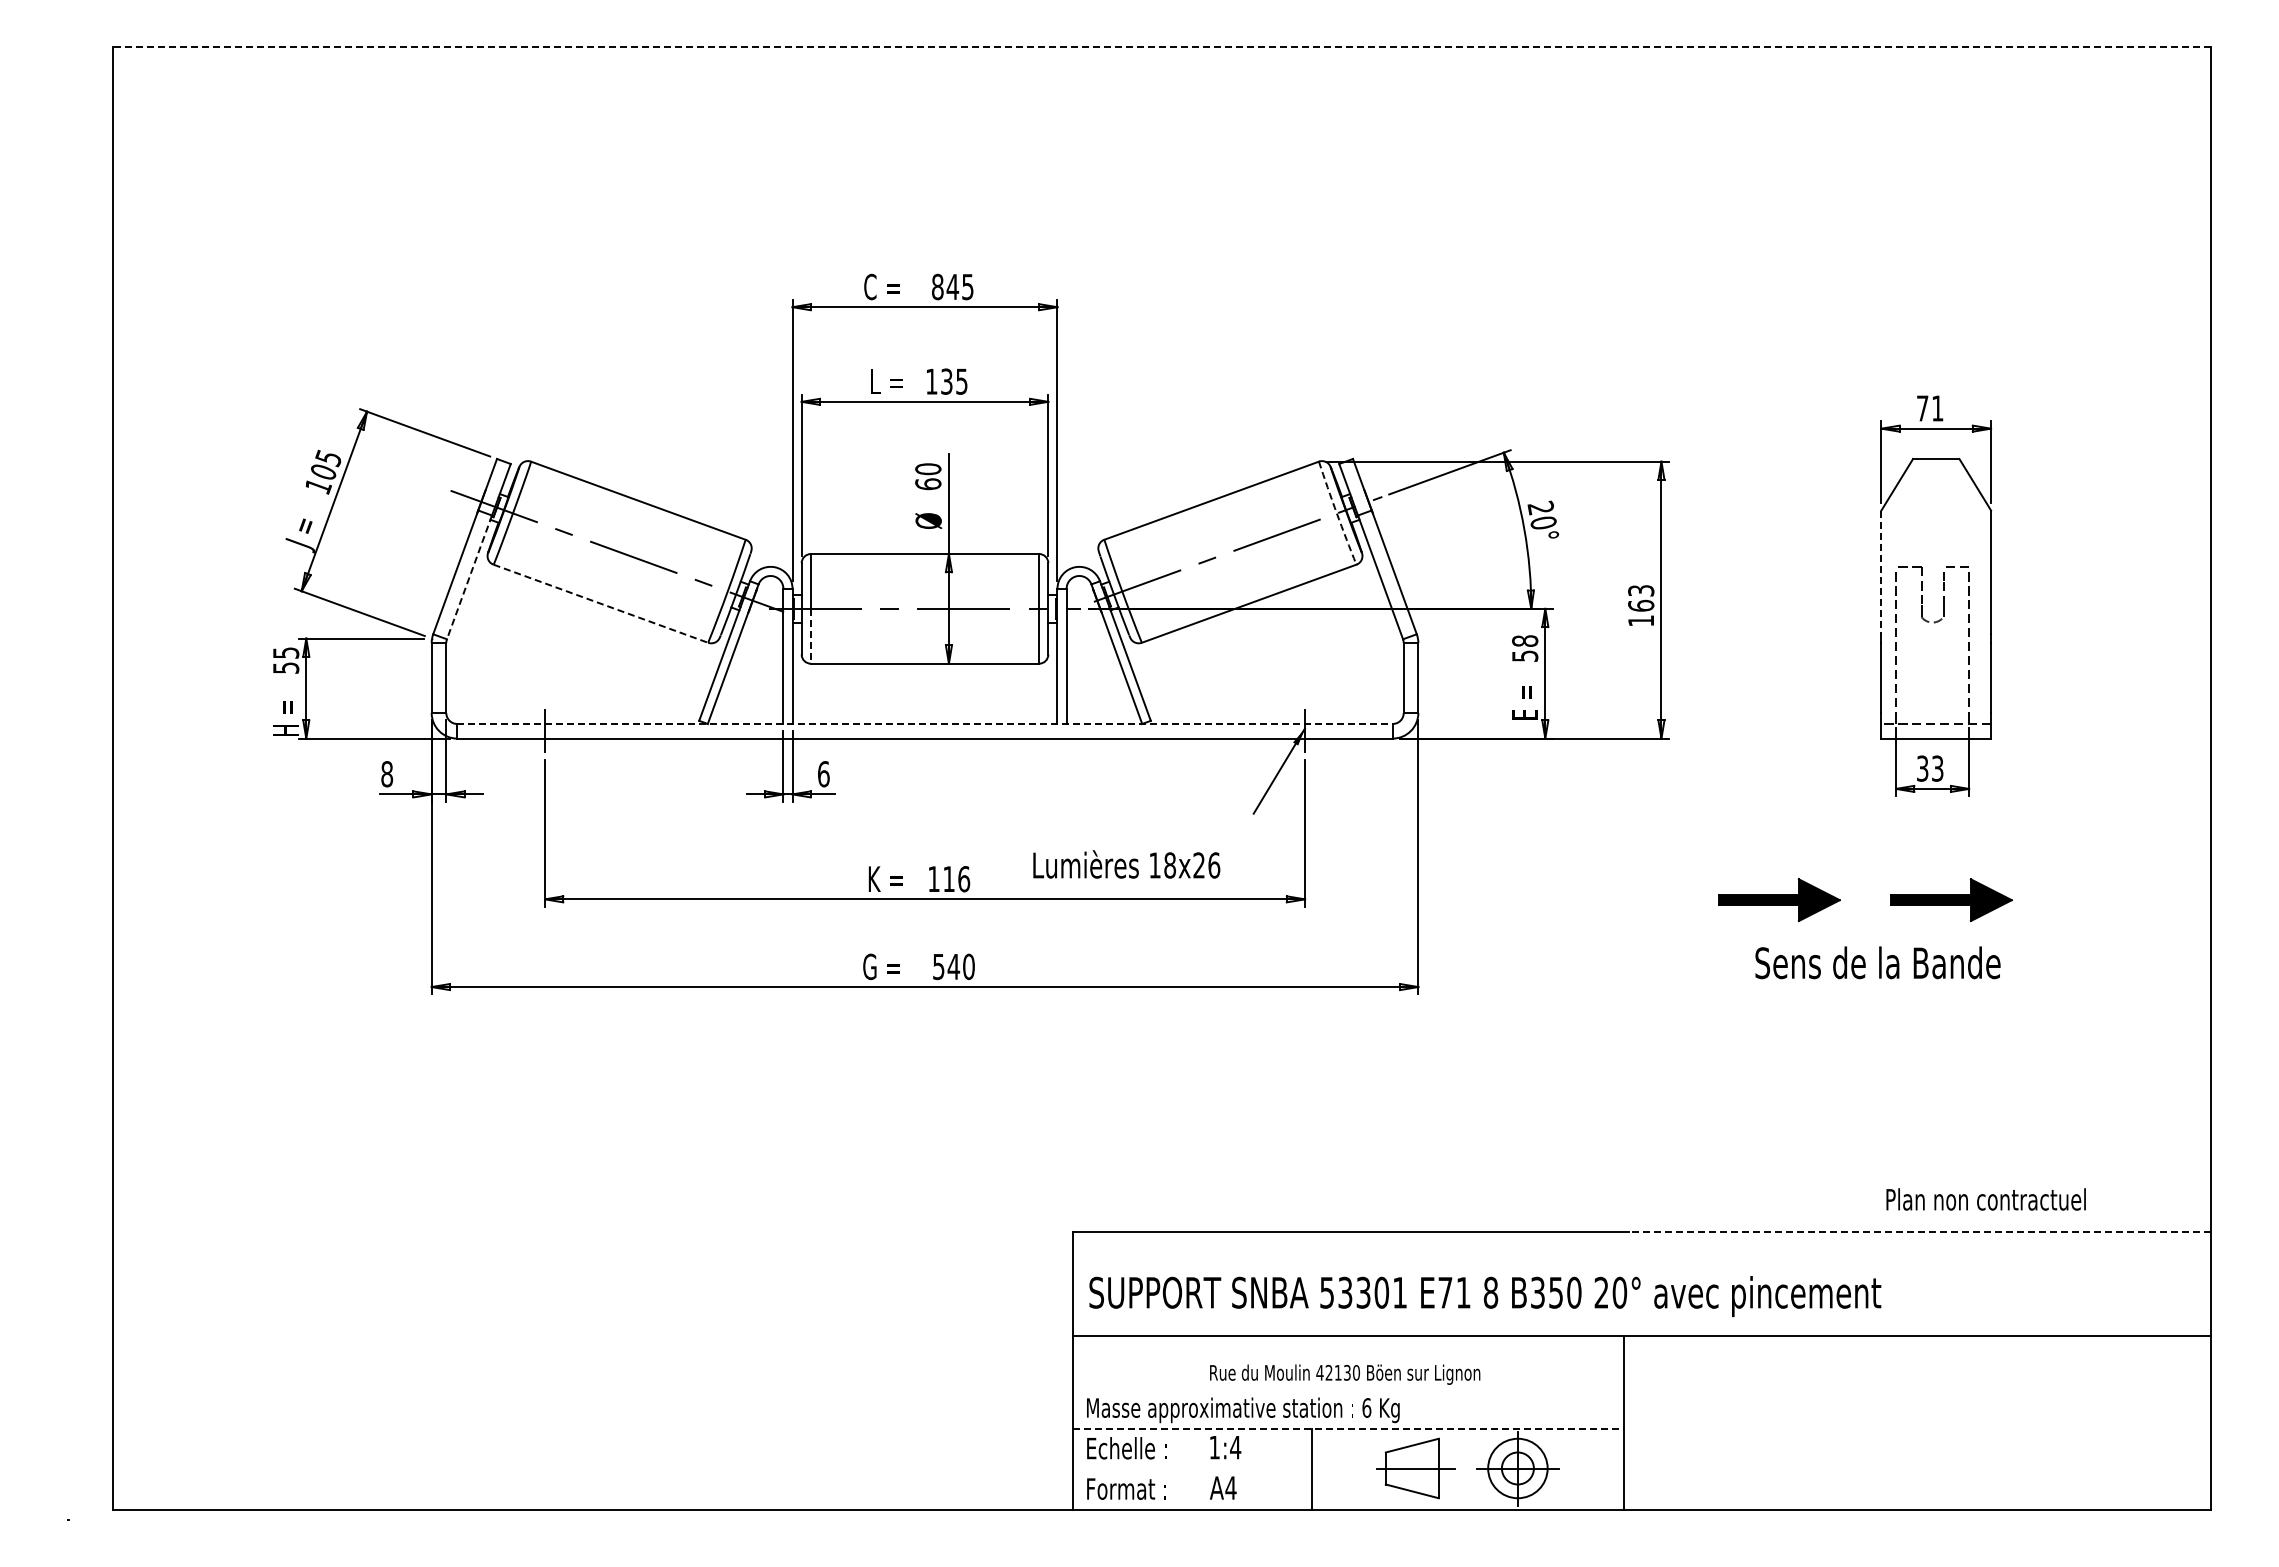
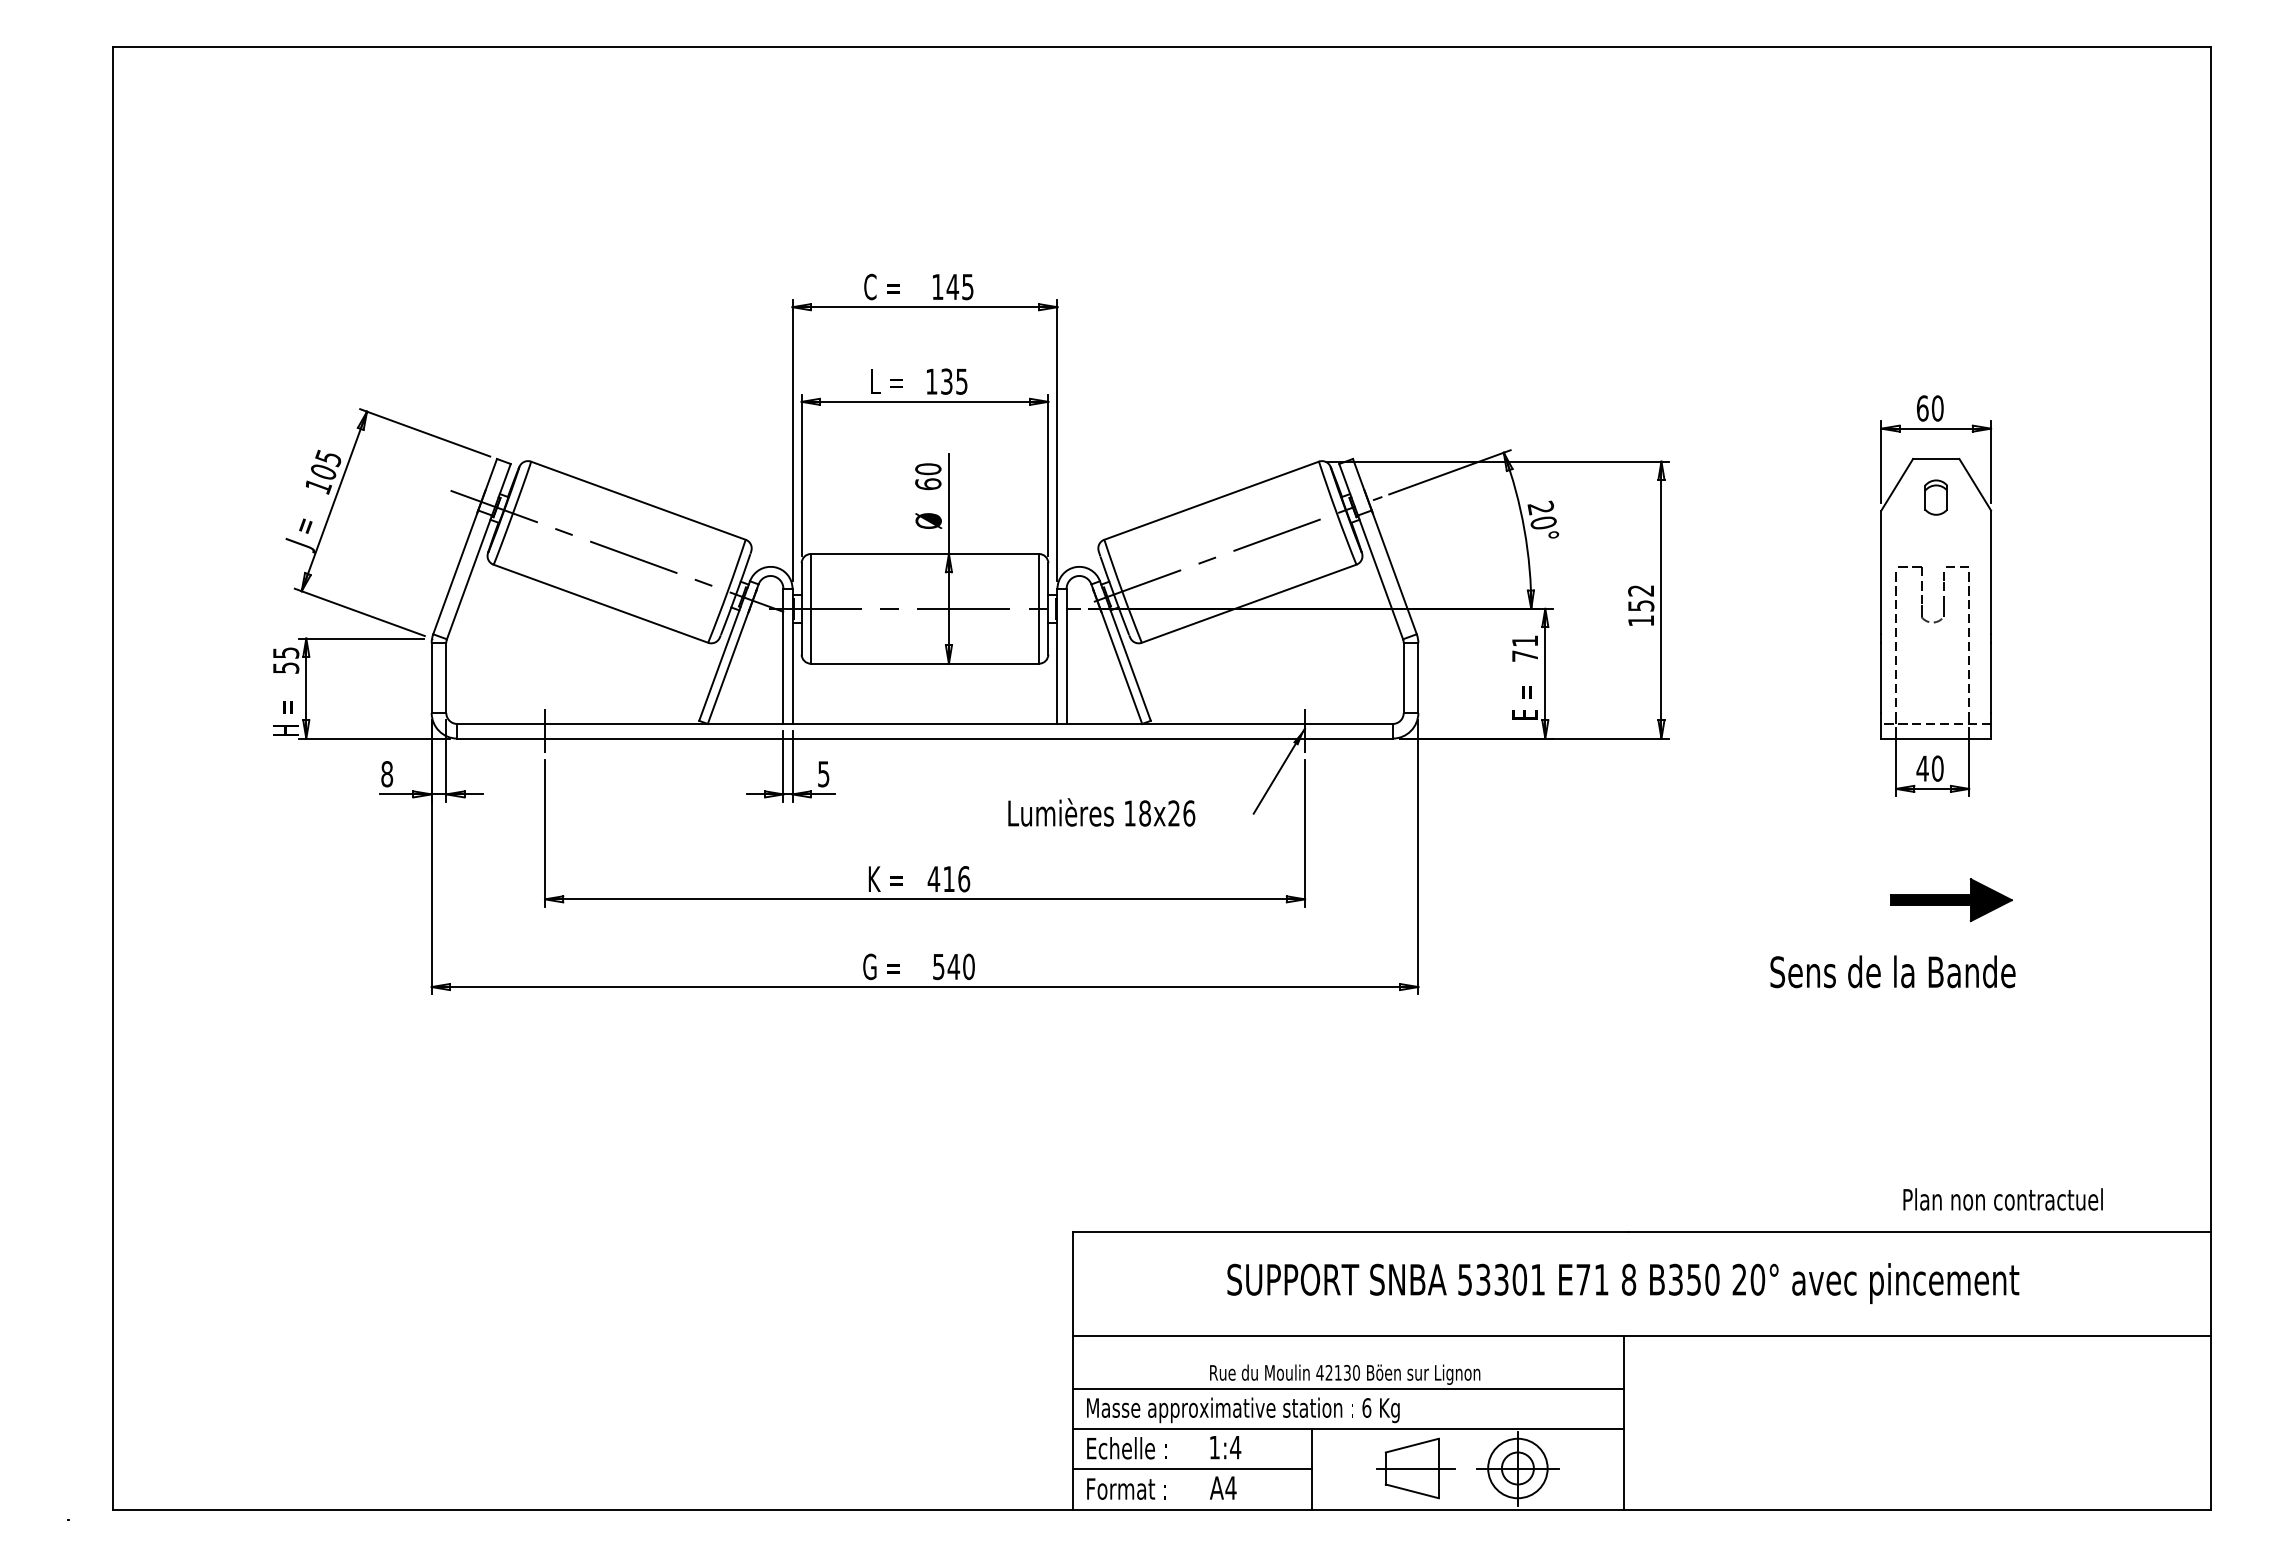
line at (1161, 46): dashed -> solid
text at (937, 286): 845 -> 145
text at (1929, 408): 71 -> 60
part at (1935, 497): none -> present
arc at (1336, 513): dashed -> solid
line at (1881, 572): dashed -> solid
line at (469, 577): dashed -> solid
text at (1641, 598): 163 -> 152
line at (601, 603): dashed -> solid
line at (810, 636): dashed -> solid
text at (1525, 648): 58 -> 71
line at (925, 723): dashed -> solid
text at (1929, 768): 33 -> 40
text at (823, 774): 6 -> 5
text at (1126, 864) position: (1126, 864) -> (1101, 812)
text at (933, 878): 116 -> 416
part at (1779, 900): present -> none
text at (1877, 962) position: (1877, 962) -> (1892, 971)
text at (1985, 1199) position: (1985, 1199) -> (2002, 1199)
line at (1919, 1231): dashed -> solid
text at (1485, 1296) position: (1485, 1296) -> (1623, 1283)
line at (1348, 1388): none -> present
line at (1348, 1429): dashed -> solid
line at (1192, 1469): none -> present
